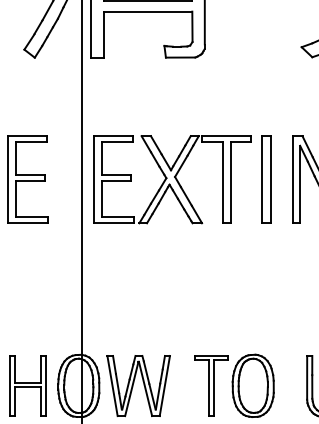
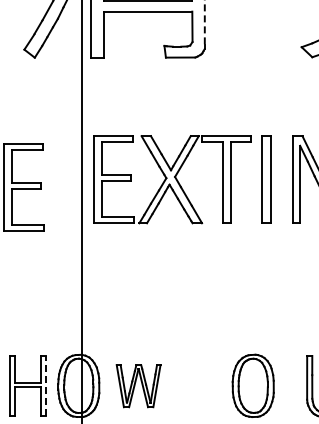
line at (204, 22): solid -> dashed
part at (27, 179) position: (27, 179) -> (23, 187)
line at (45, 385): solid -> dashed
part at (211, 385): present -> none
part at (138, 386) size: 65x63 px -> 47x45 px
